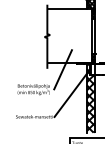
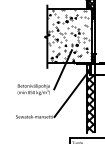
hatch at (69, 36): none -> present
